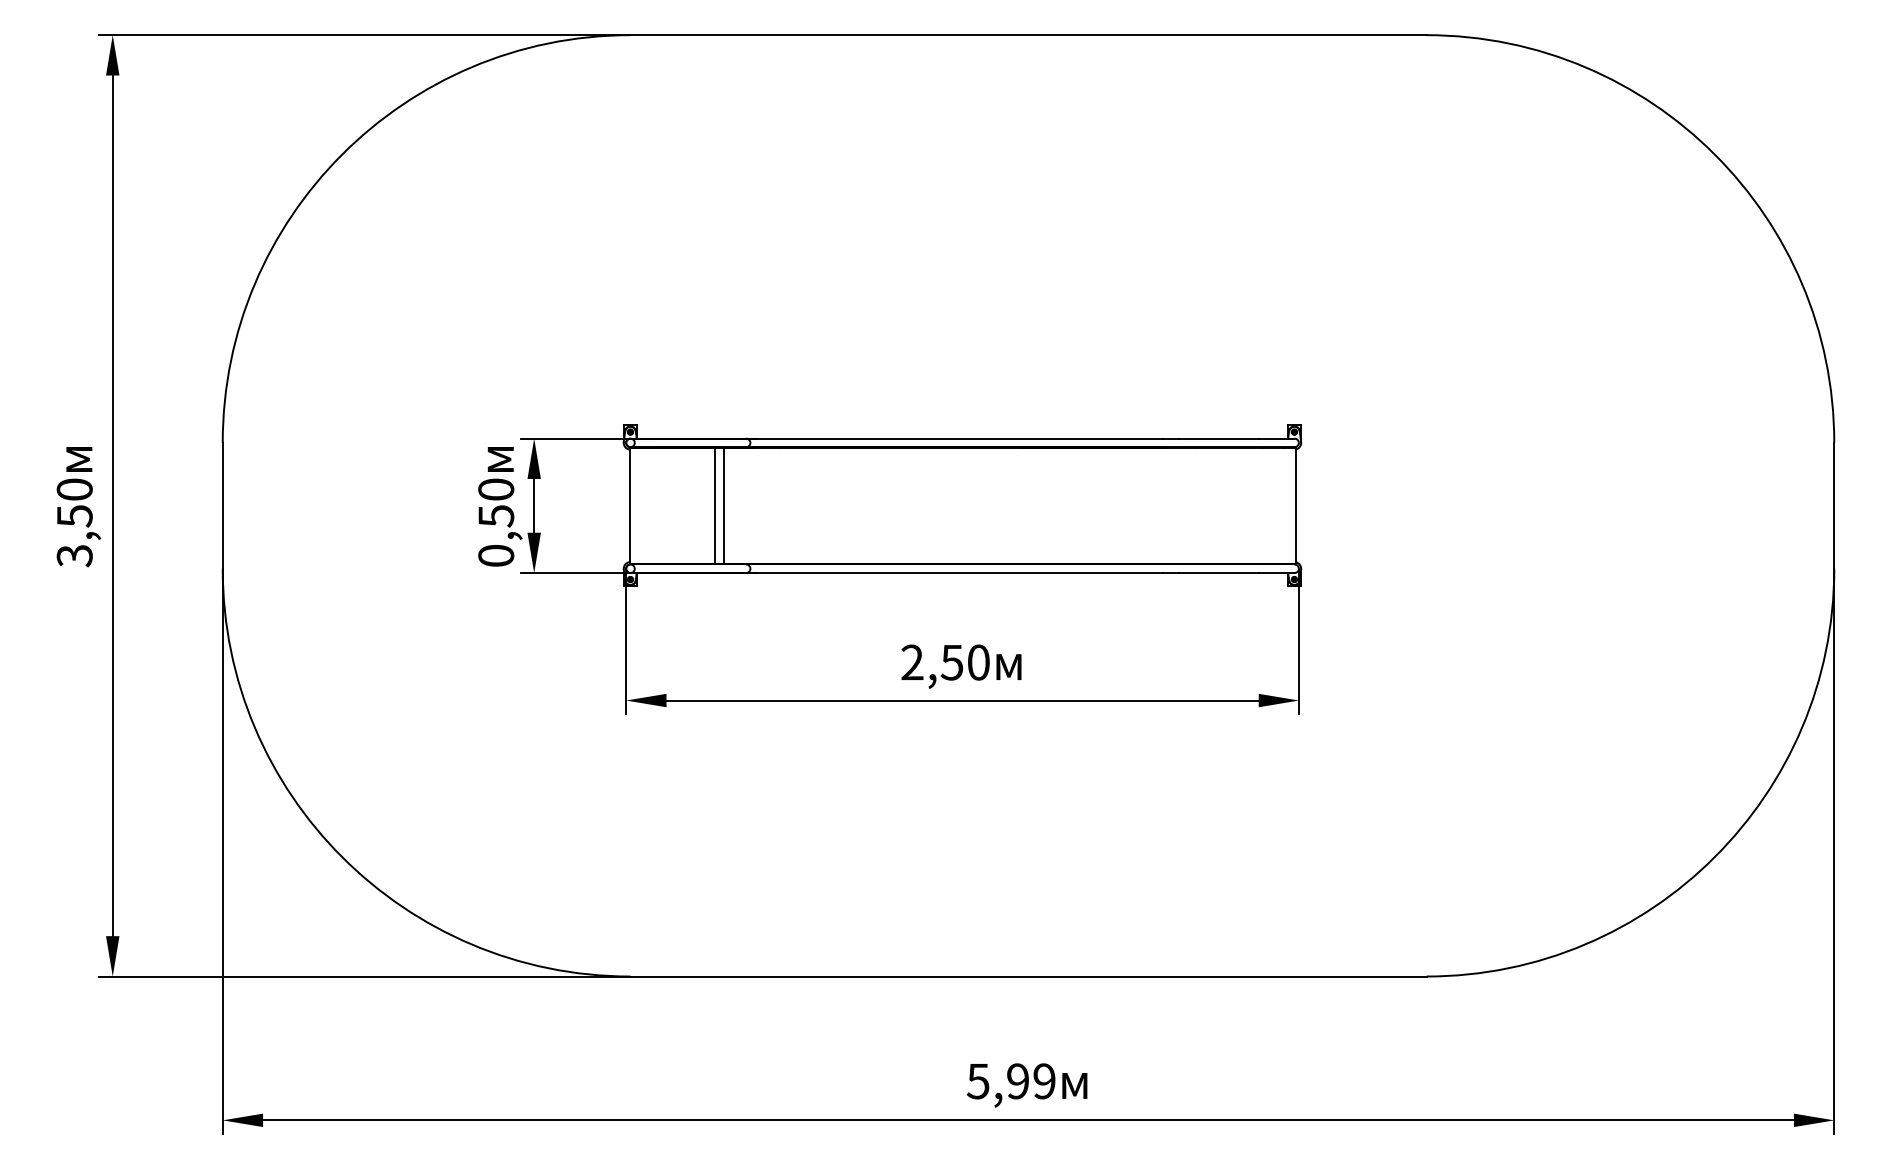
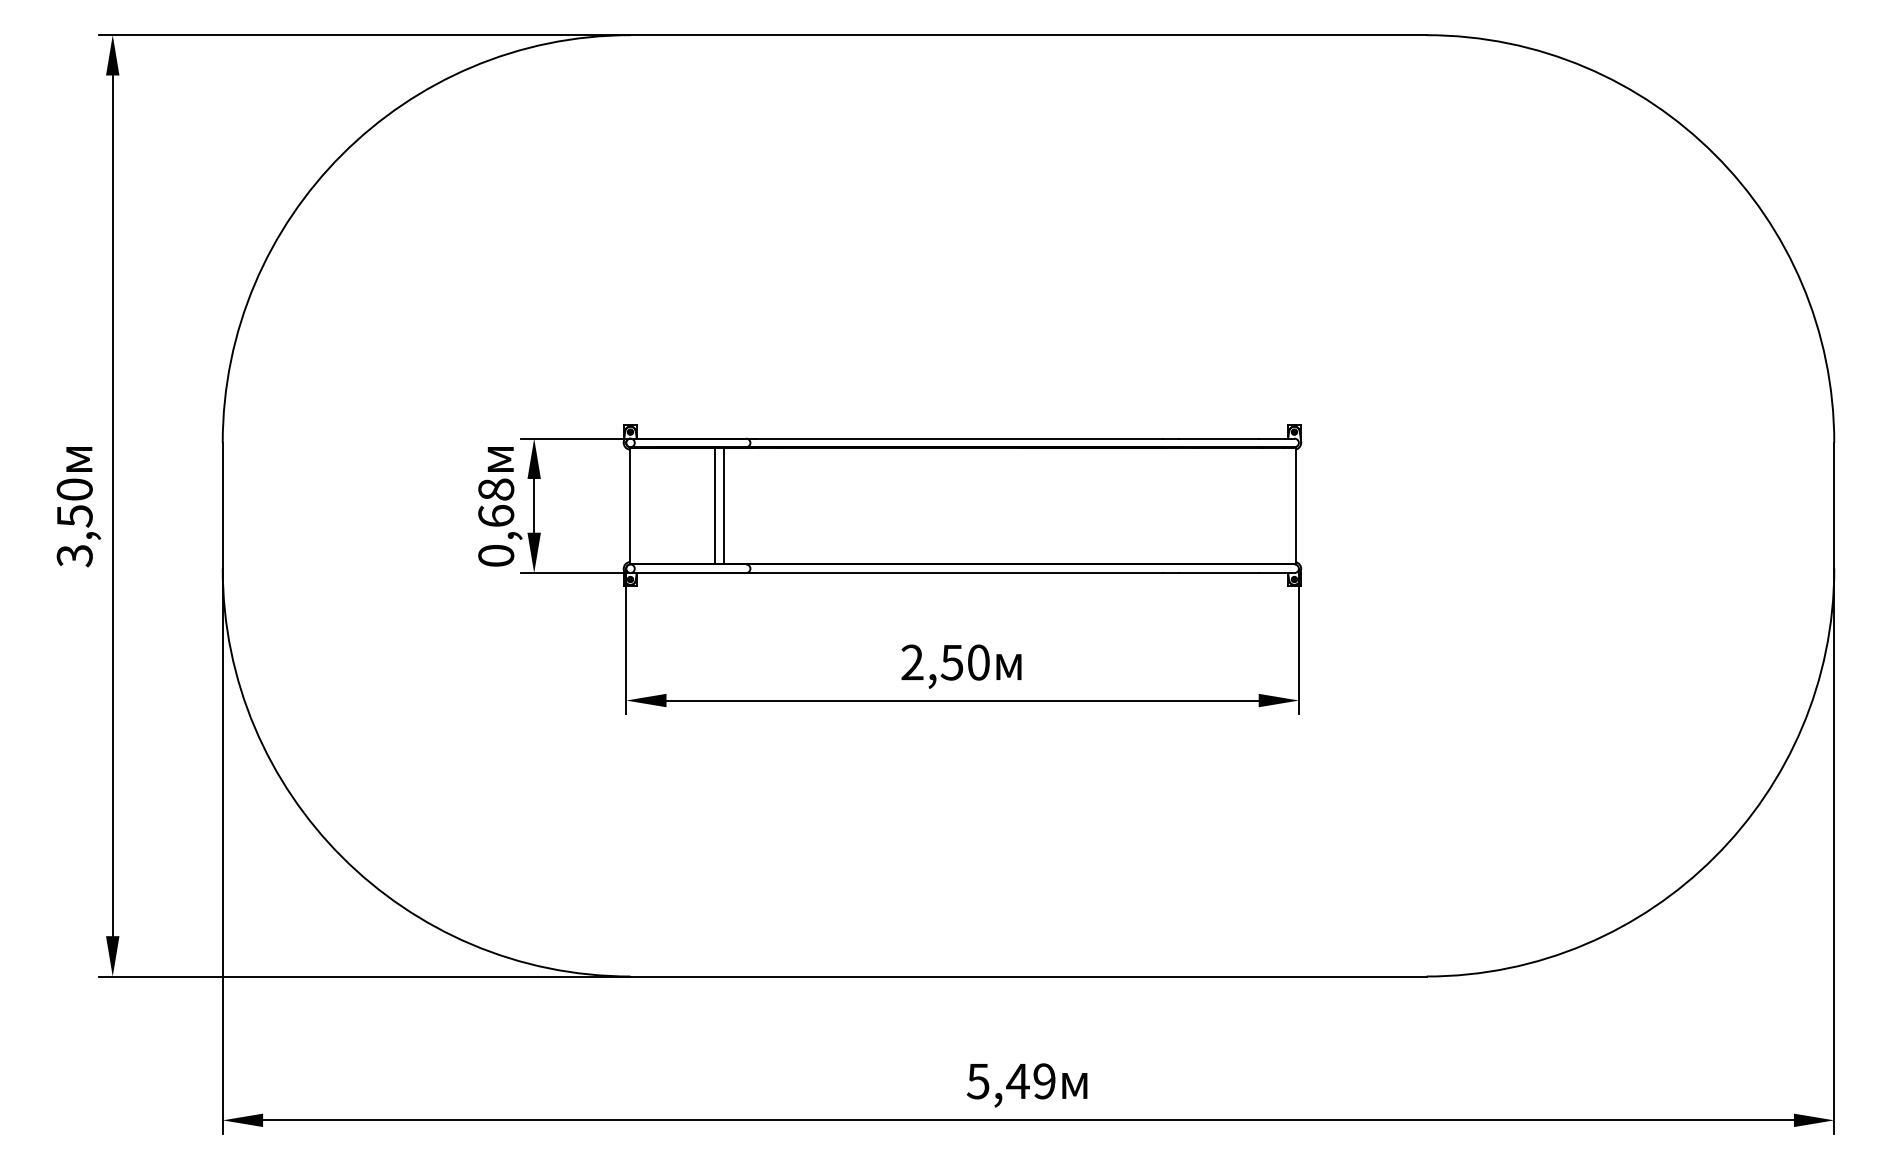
text at (496, 502): 0,50 -> 0,68
text at (1017, 1081): 5,99 -> 5,49
